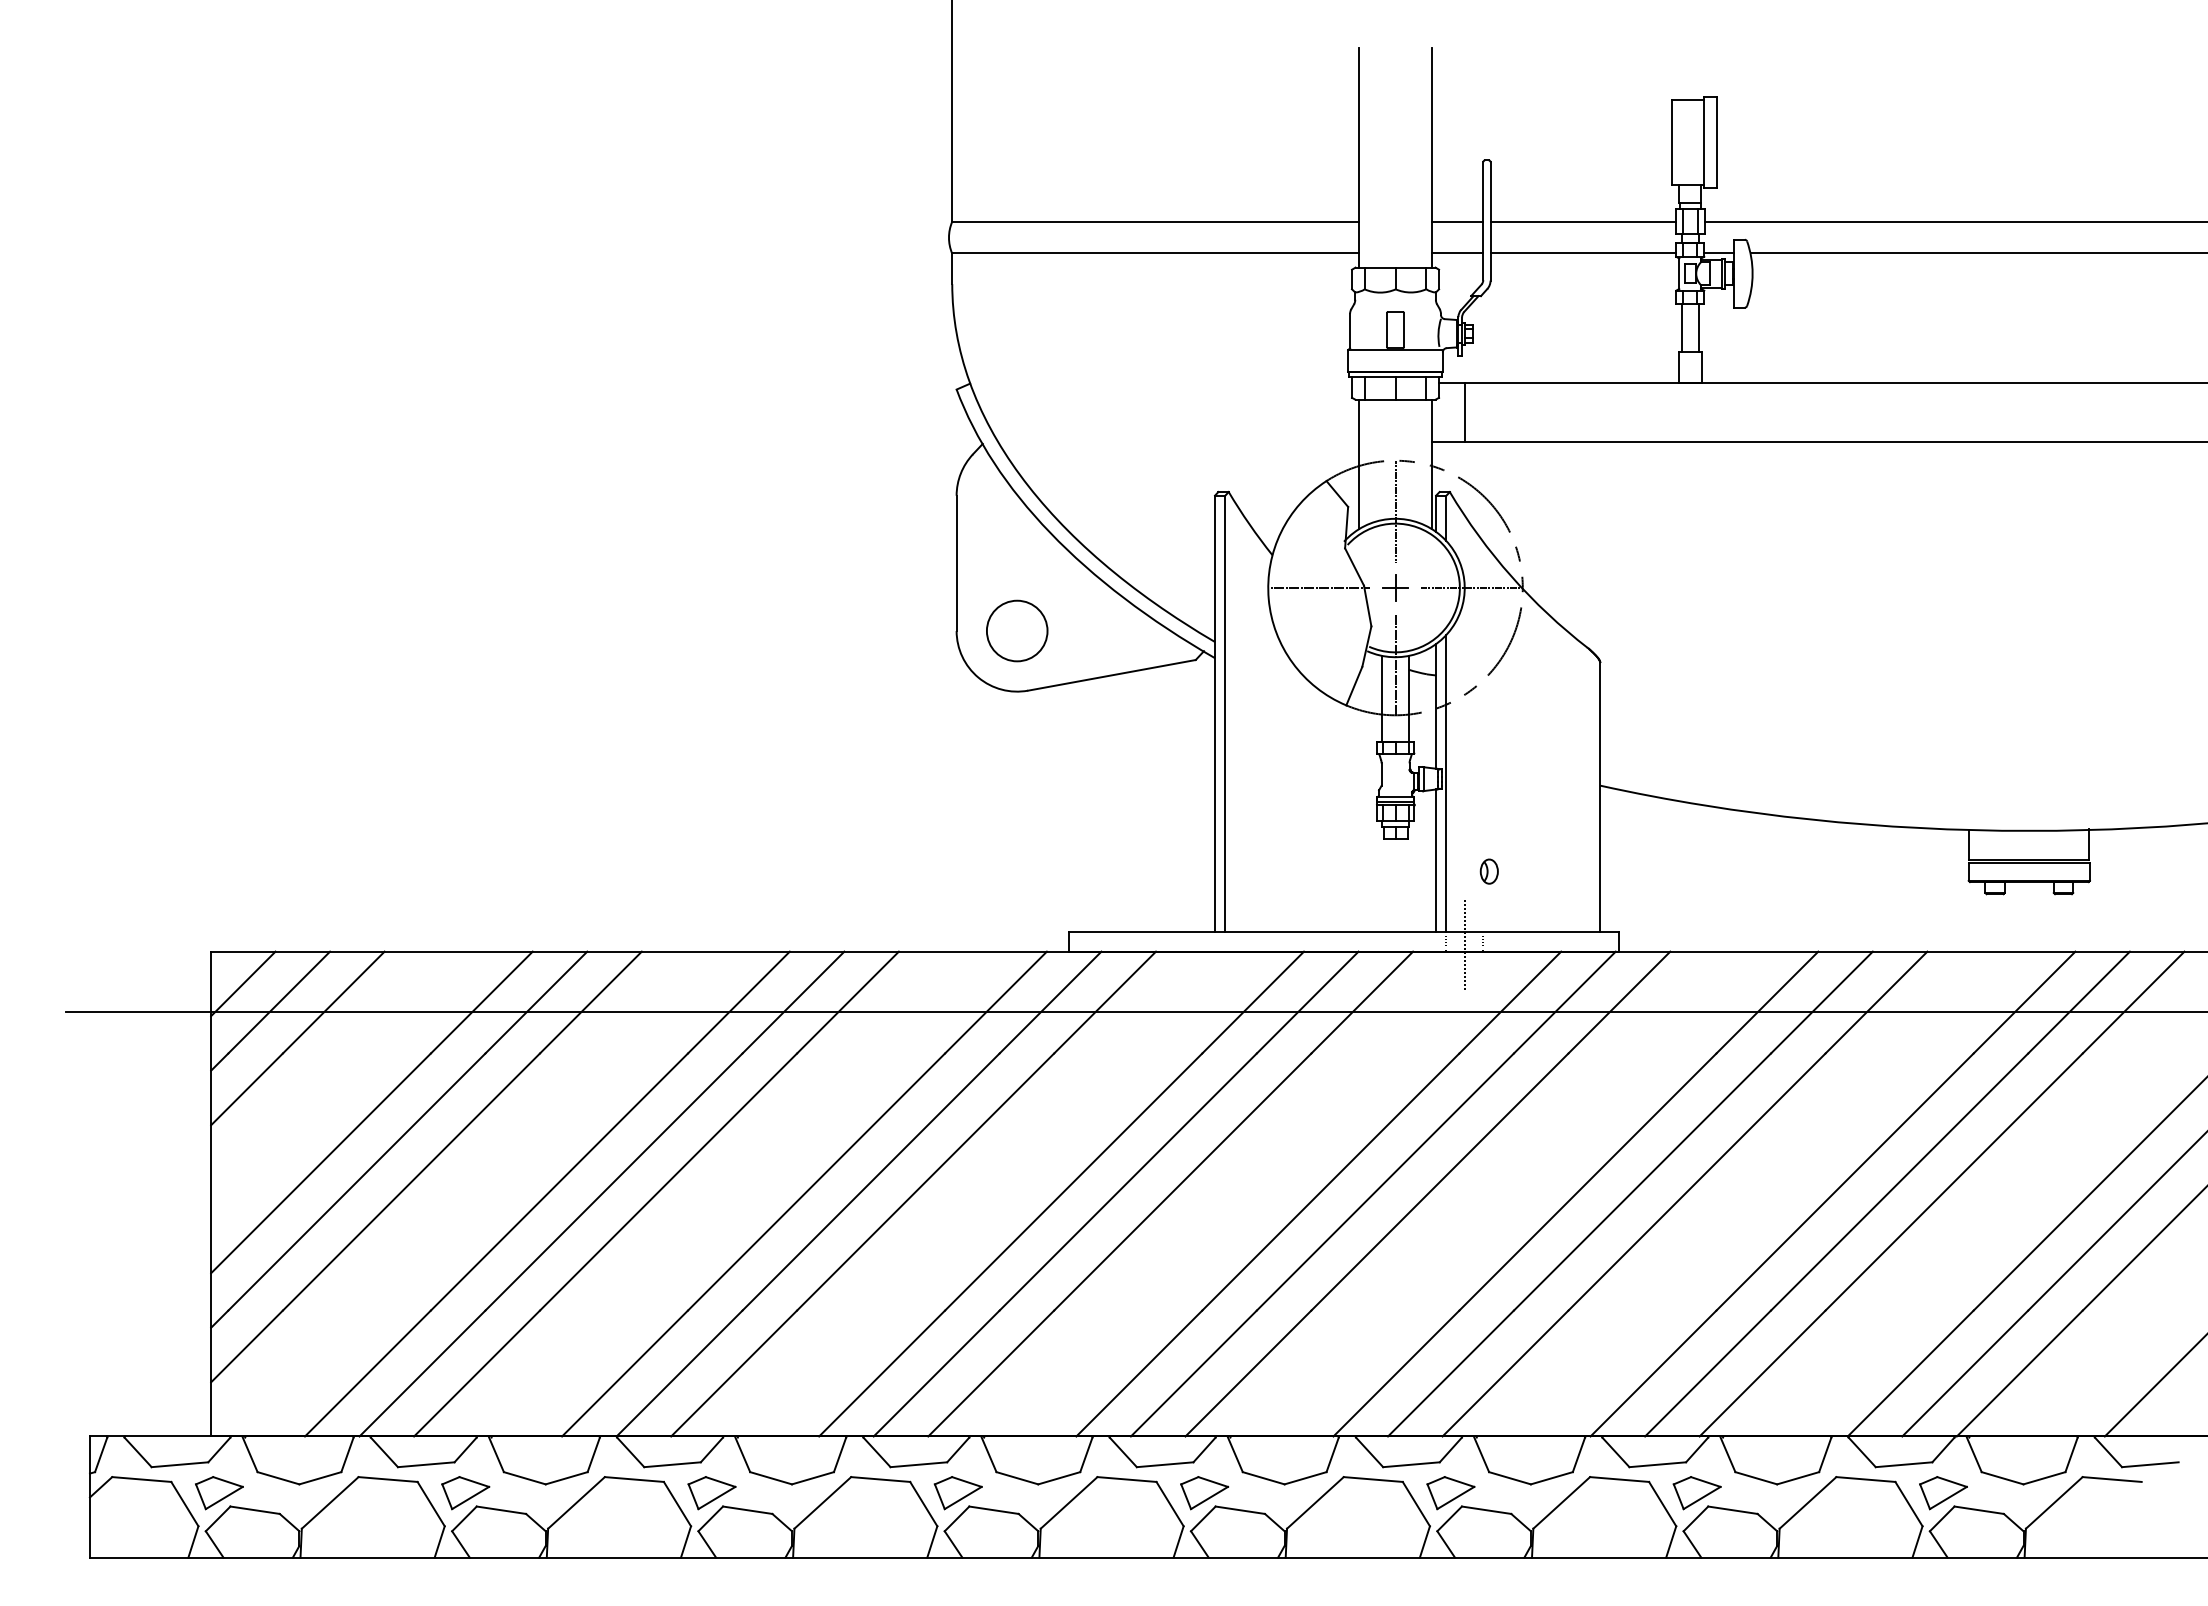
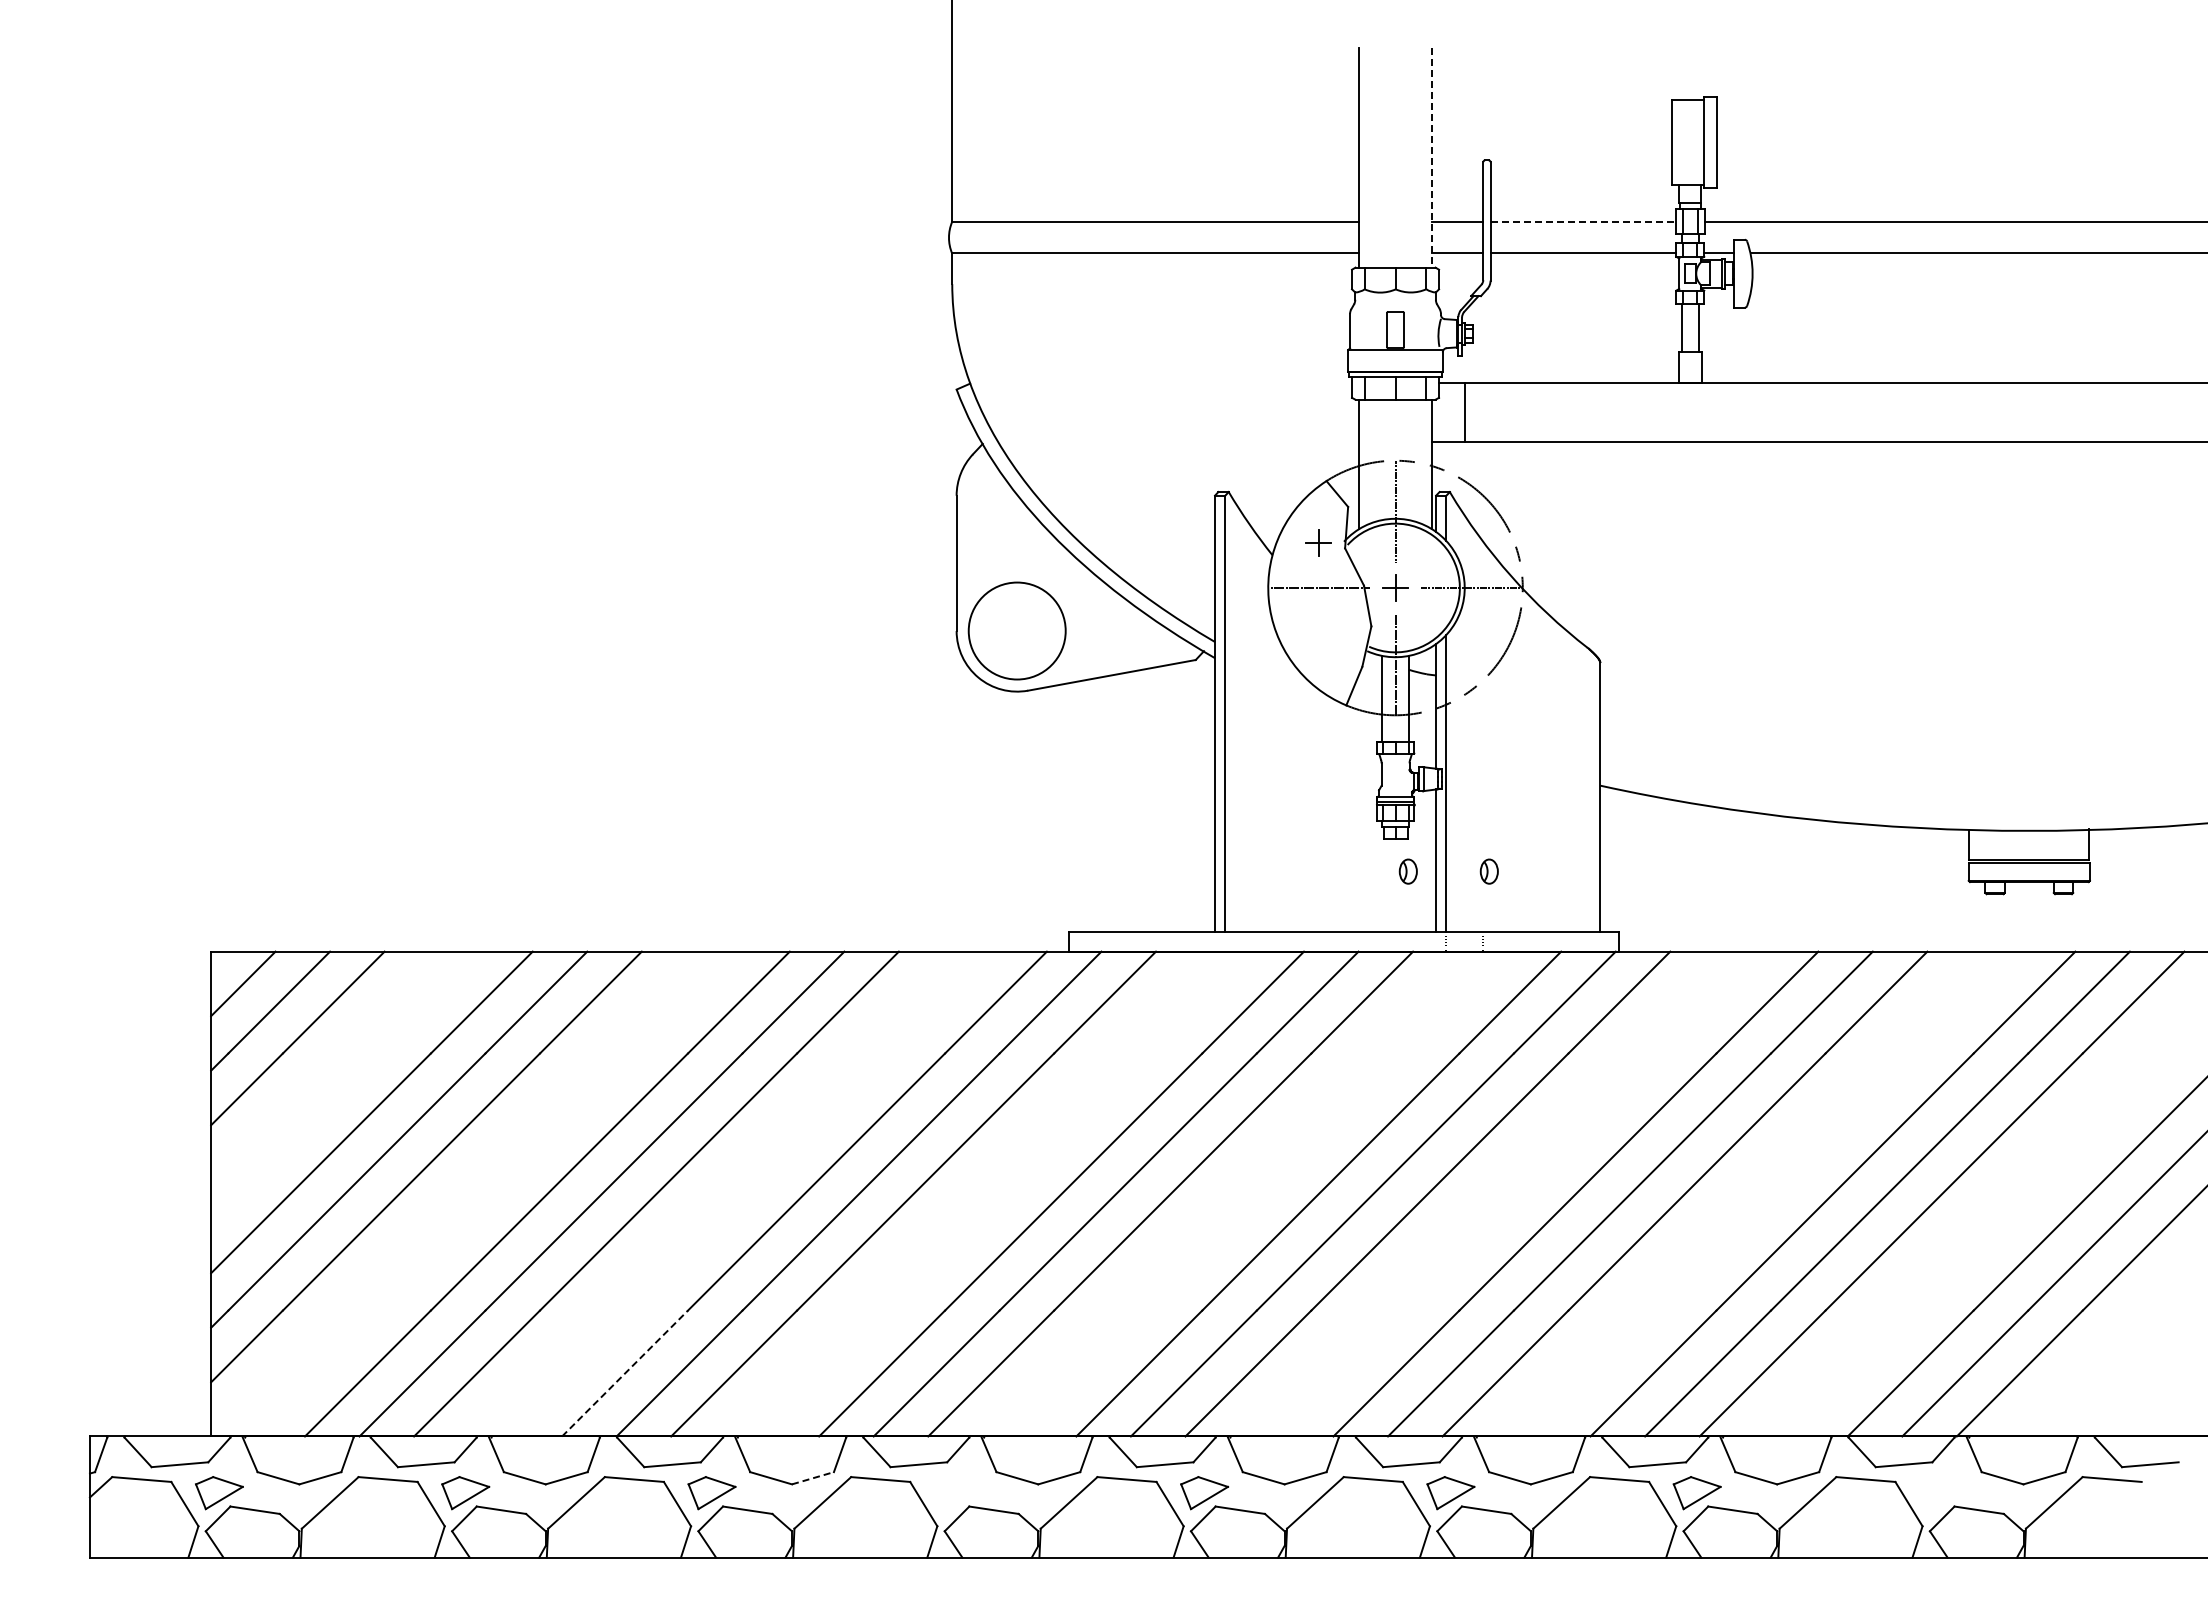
line at (1432, 157): solid -> dashed
line at (1583, 221): solid -> dashed
part at (1318, 542): none -> present
circle at (1016, 630) diameter: 61 px -> 97 px
part at (1407, 871): none -> present
line at (1464, 945): present -> none
line at (1135, 1012): present -> none
line at (625, 1373): solid -> dashed
line at (2154, 1386): present -> none
line at (812, 1478): solid -> dashed
part at (957, 1493): present -> none
part at (1943, 1493): present -> none
